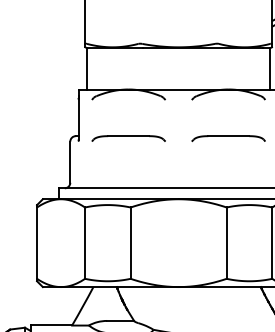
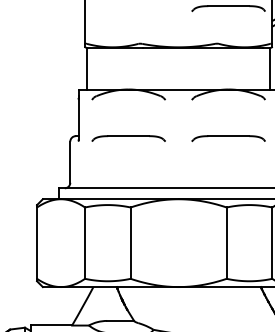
part at (228, 8): none -> present
